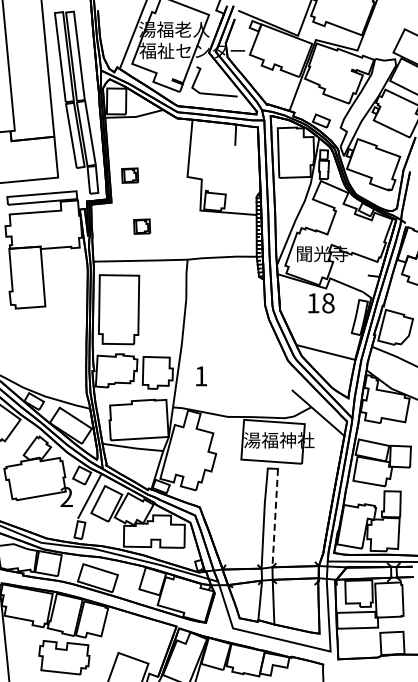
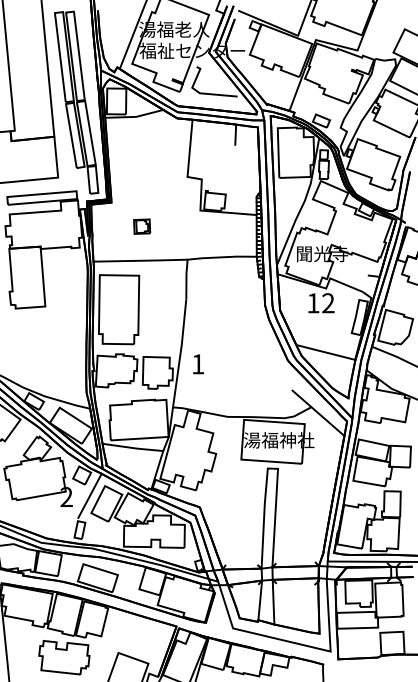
part at (130, 175): present -> none
text at (328, 303): 18 -> 12
text at (201, 376) position: (201, 376) -> (198, 364)
line at (275, 518): dashed -> solid
